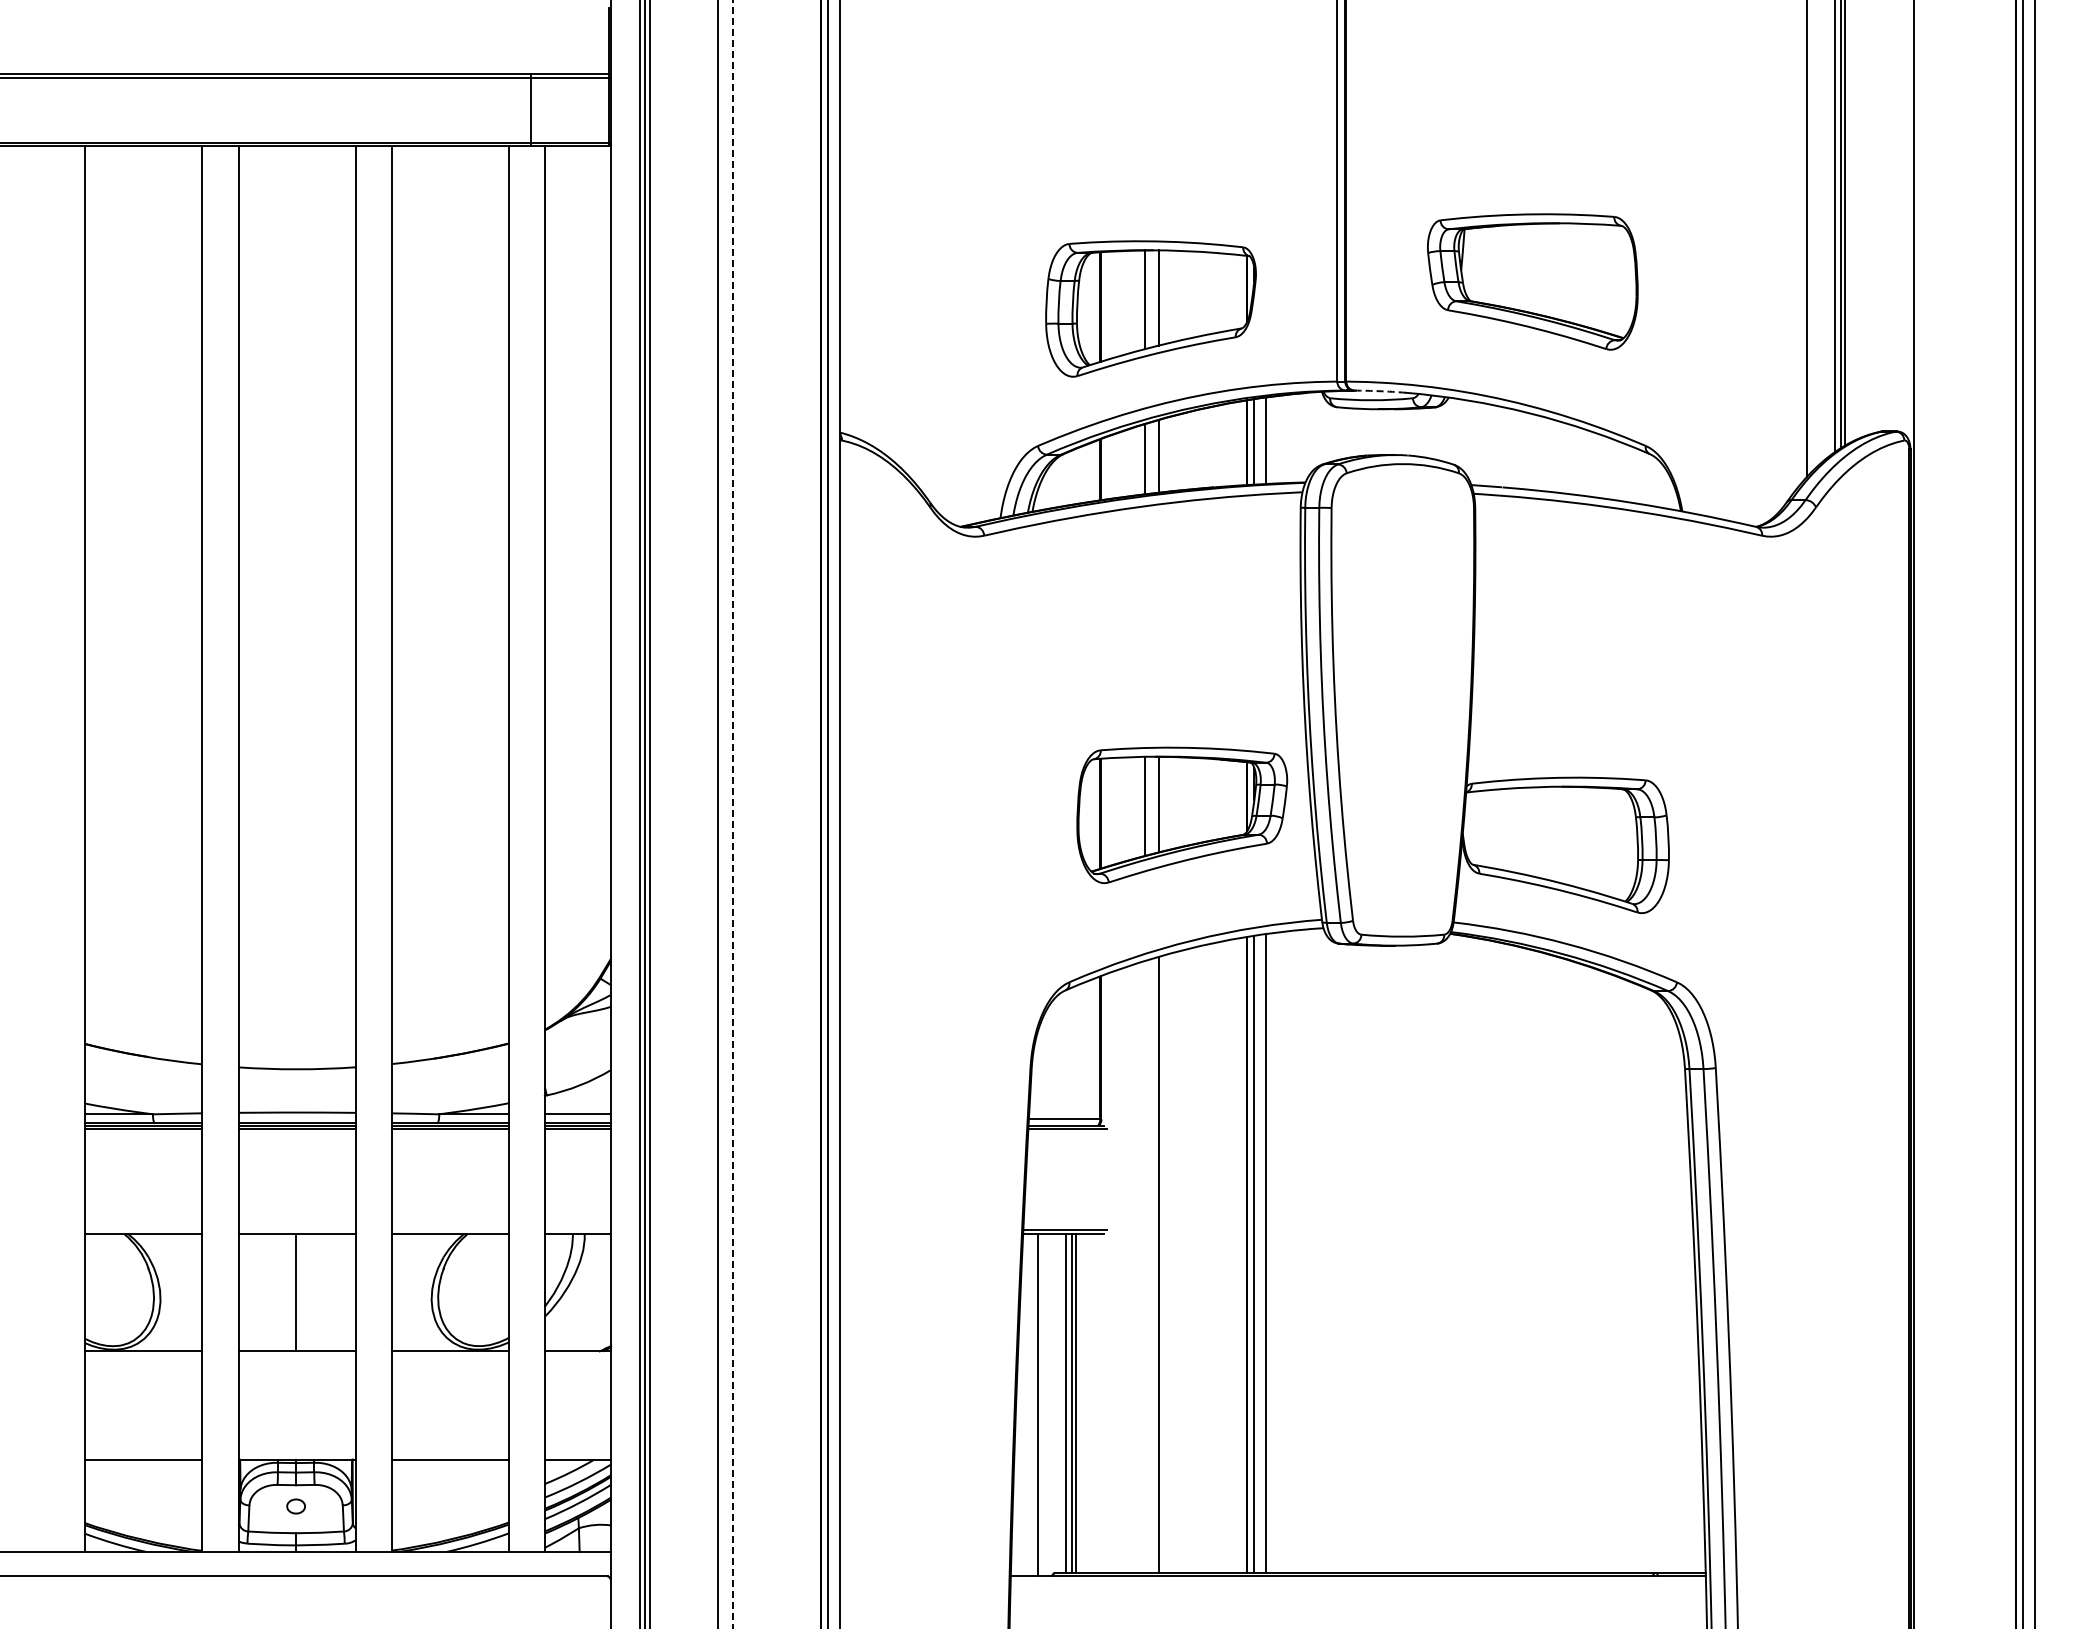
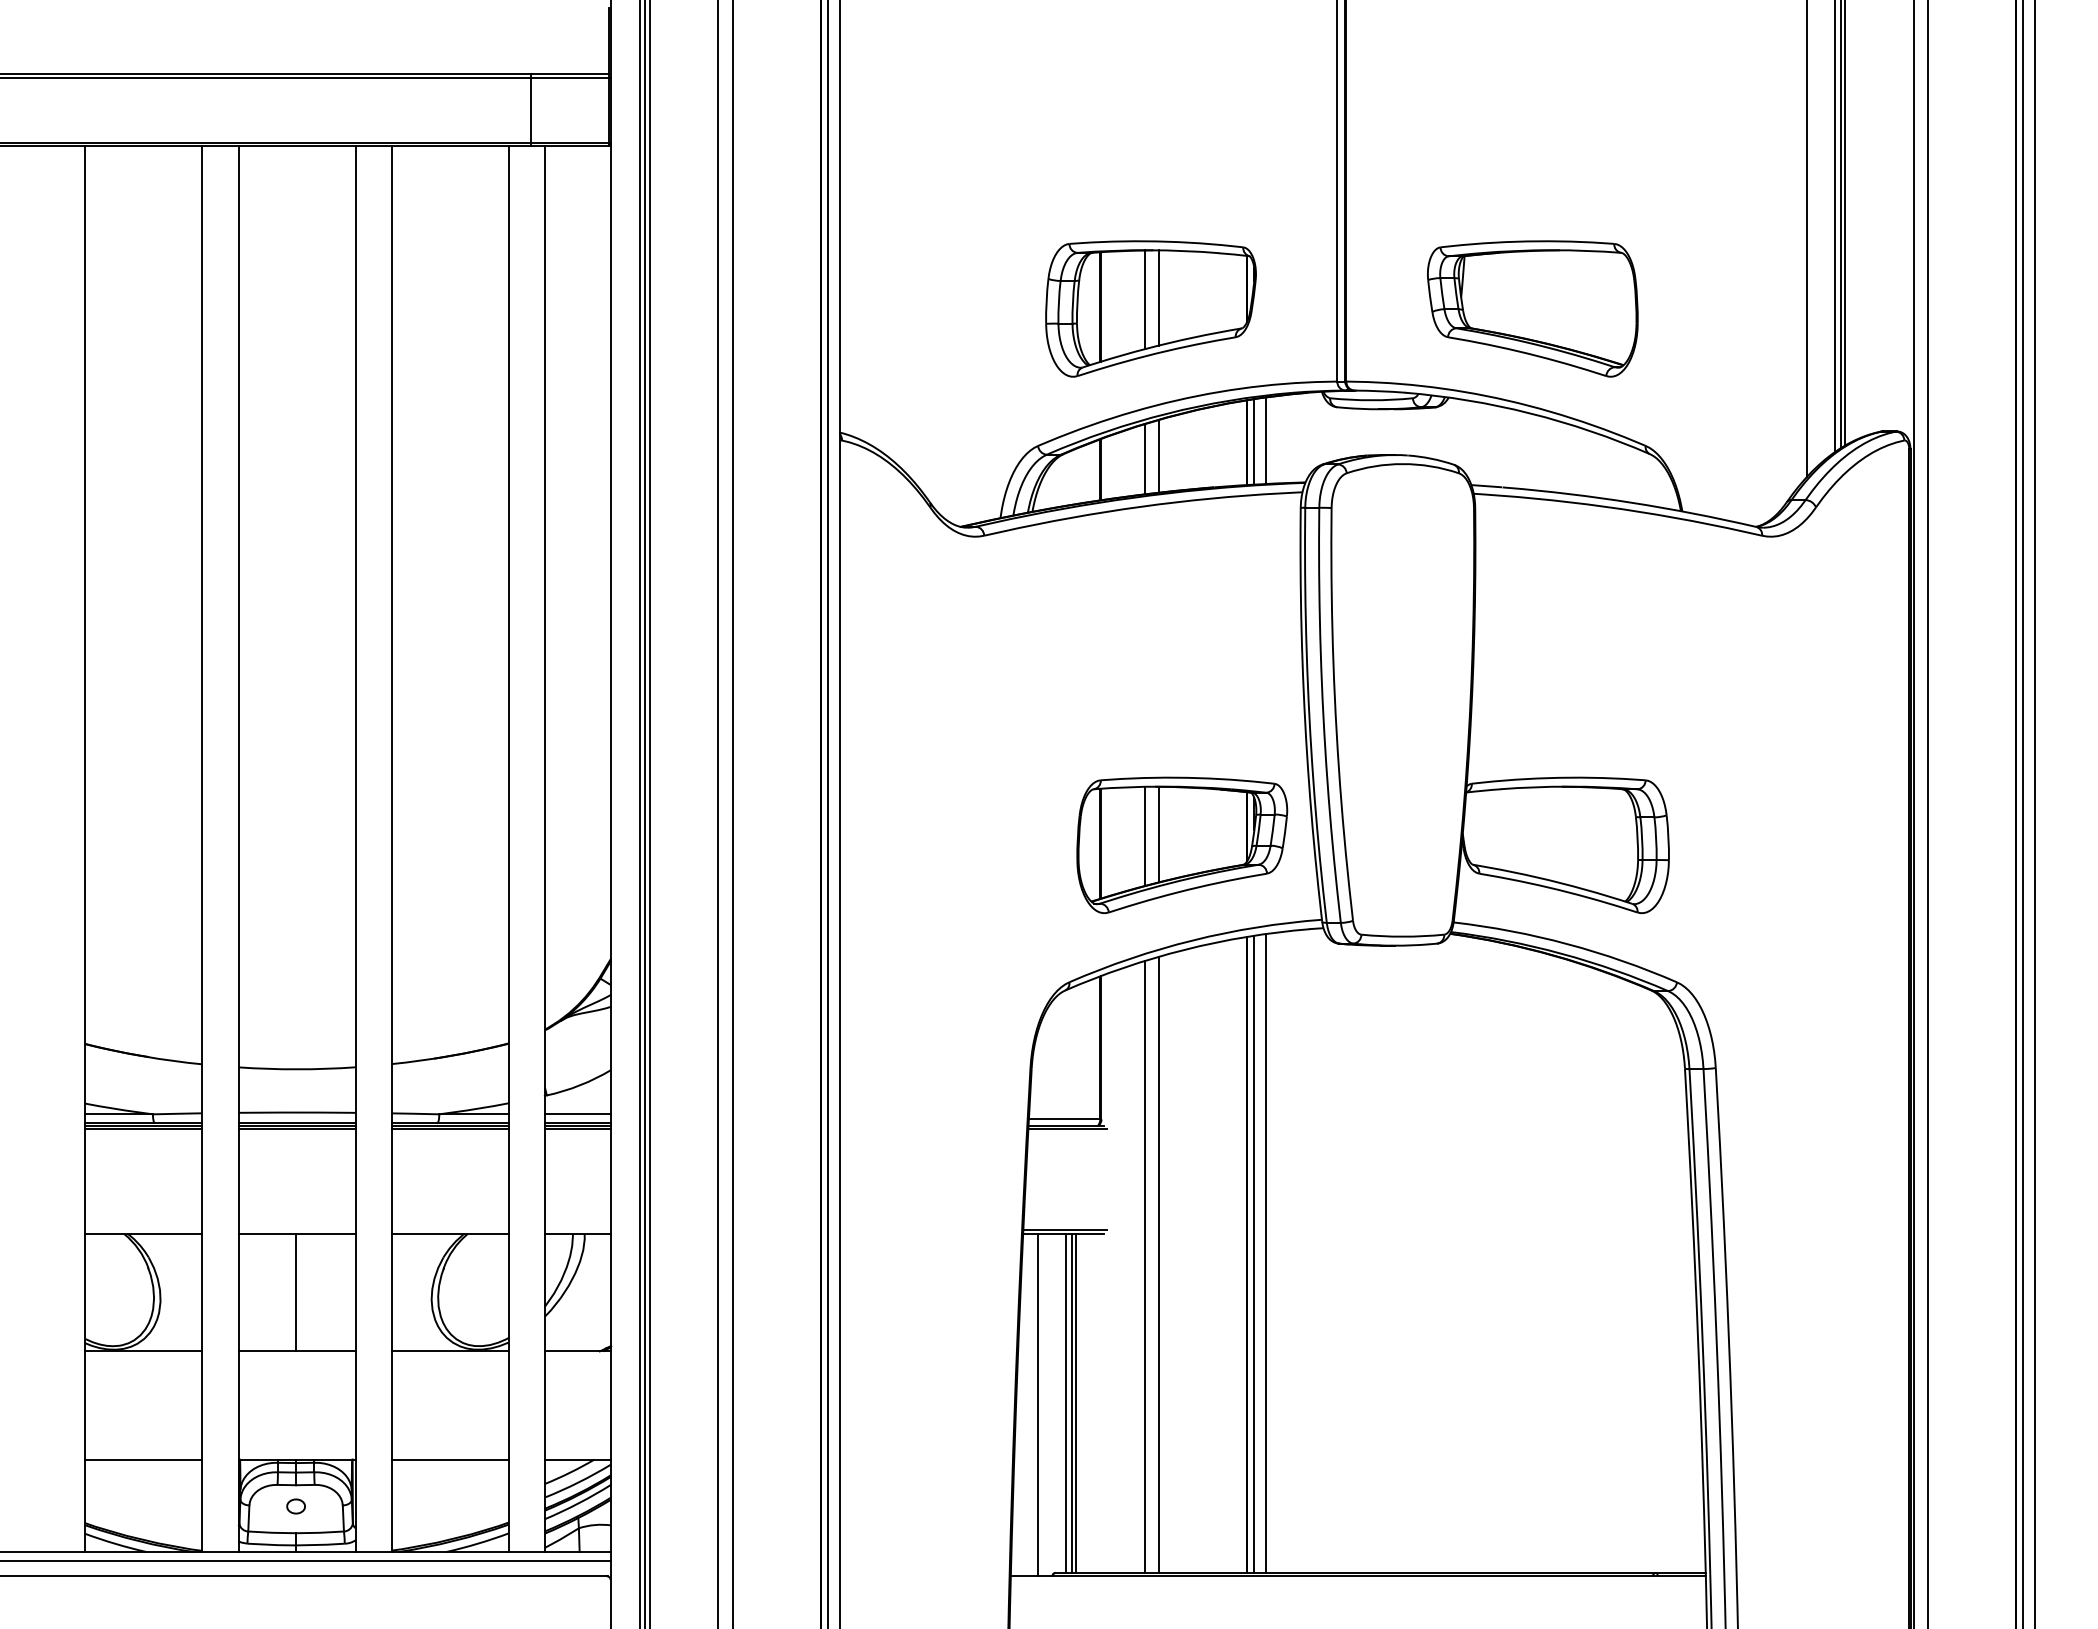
part at (1532, 281) position: (1532, 281) -> (1532, 308)
arc at (1379, 391): dashed -> solid
line at (1928, 813): none -> present
line at (732, 814): dashed -> solid
part at (1182, 814) position: (1182, 814) -> (1182, 844)
line at (1144, 1266): none -> present
line at (306, 1561): none -> present
